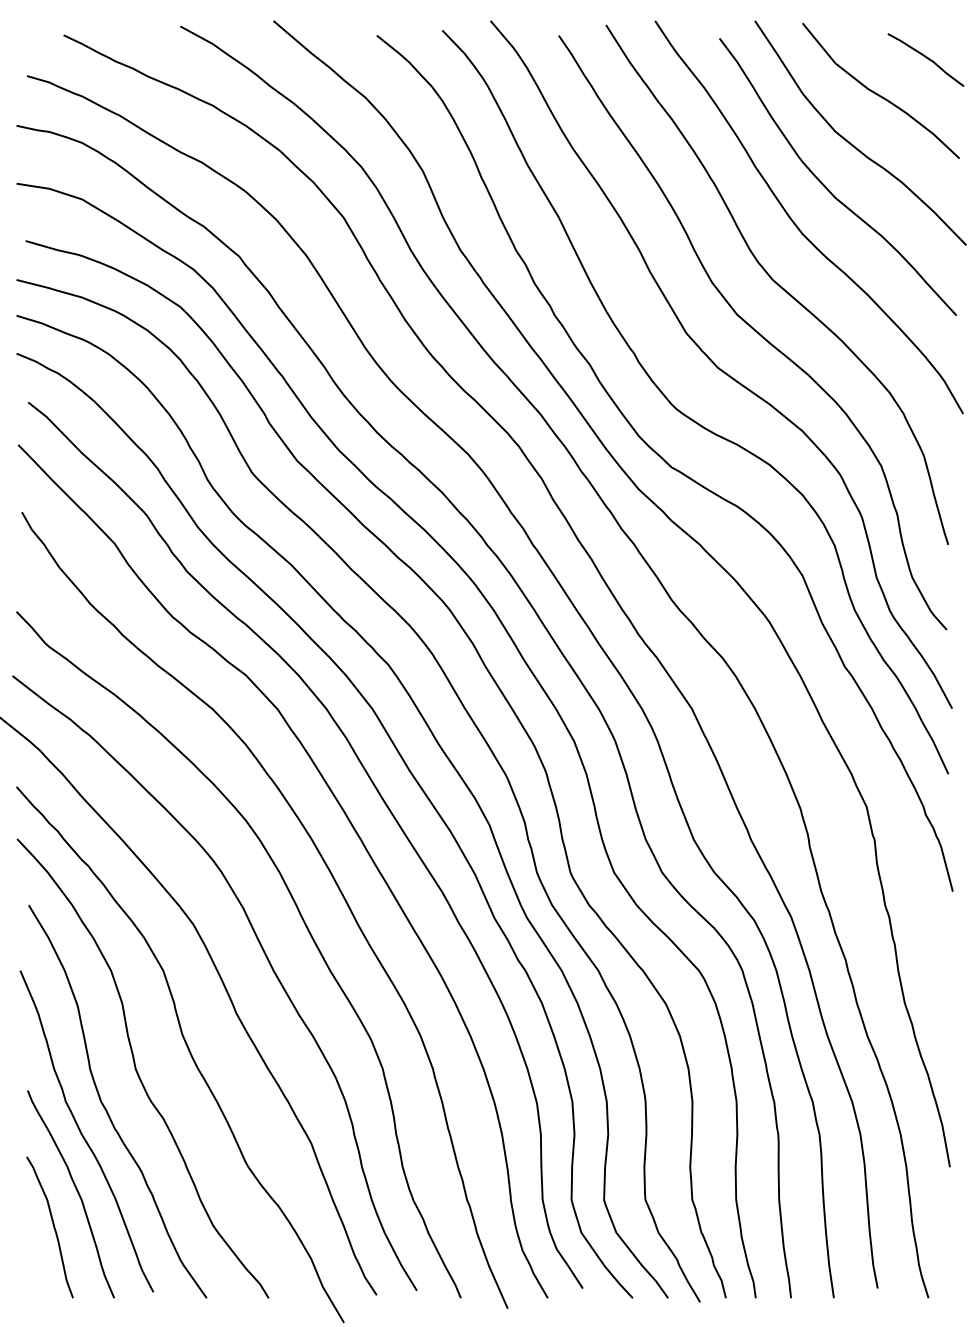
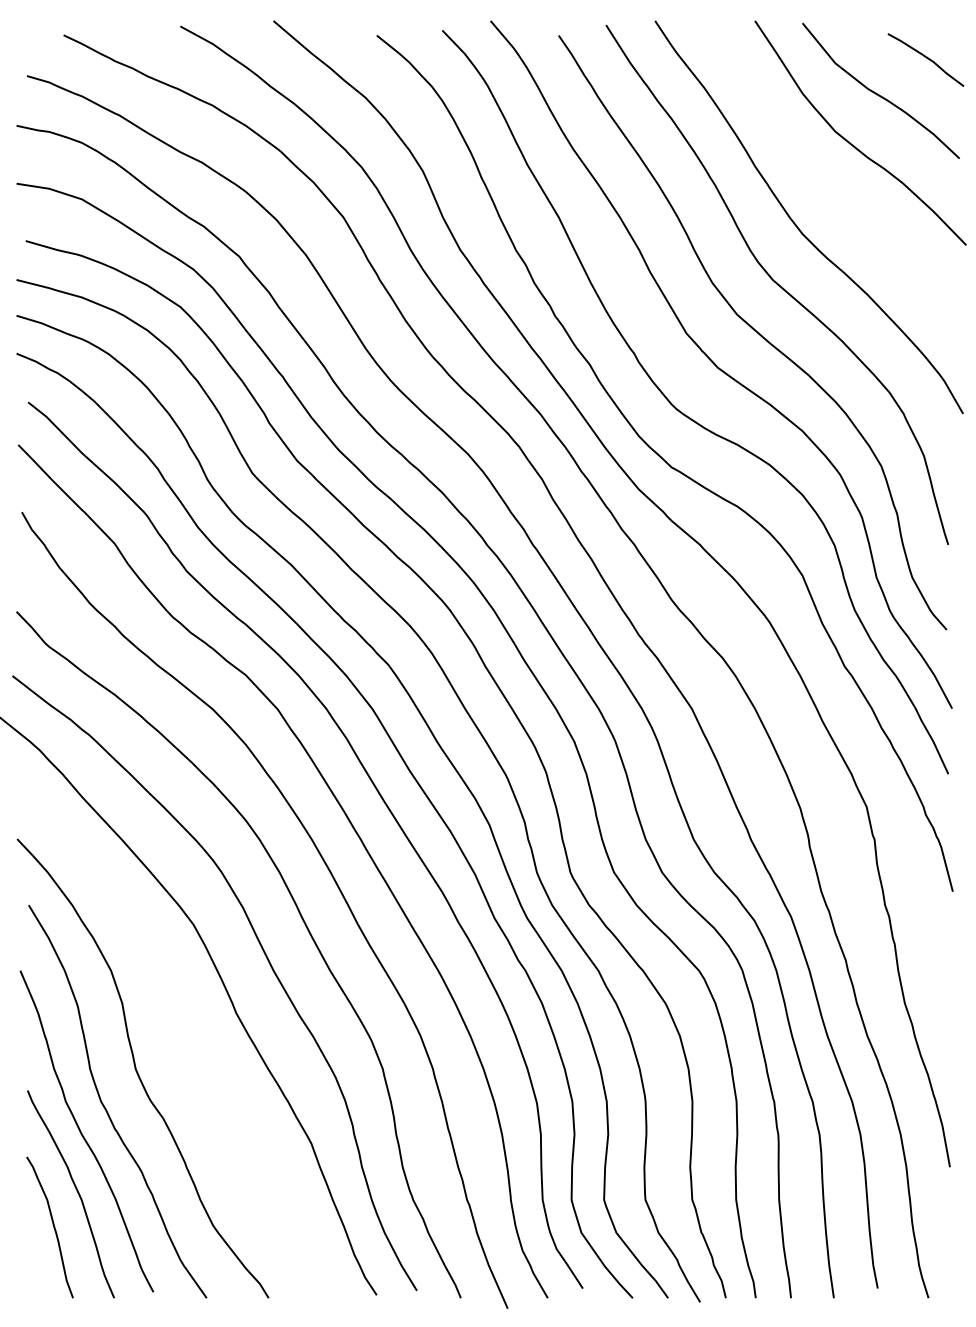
curve at (826, 186): present -> none
curve at (188, 1051): present -> none
